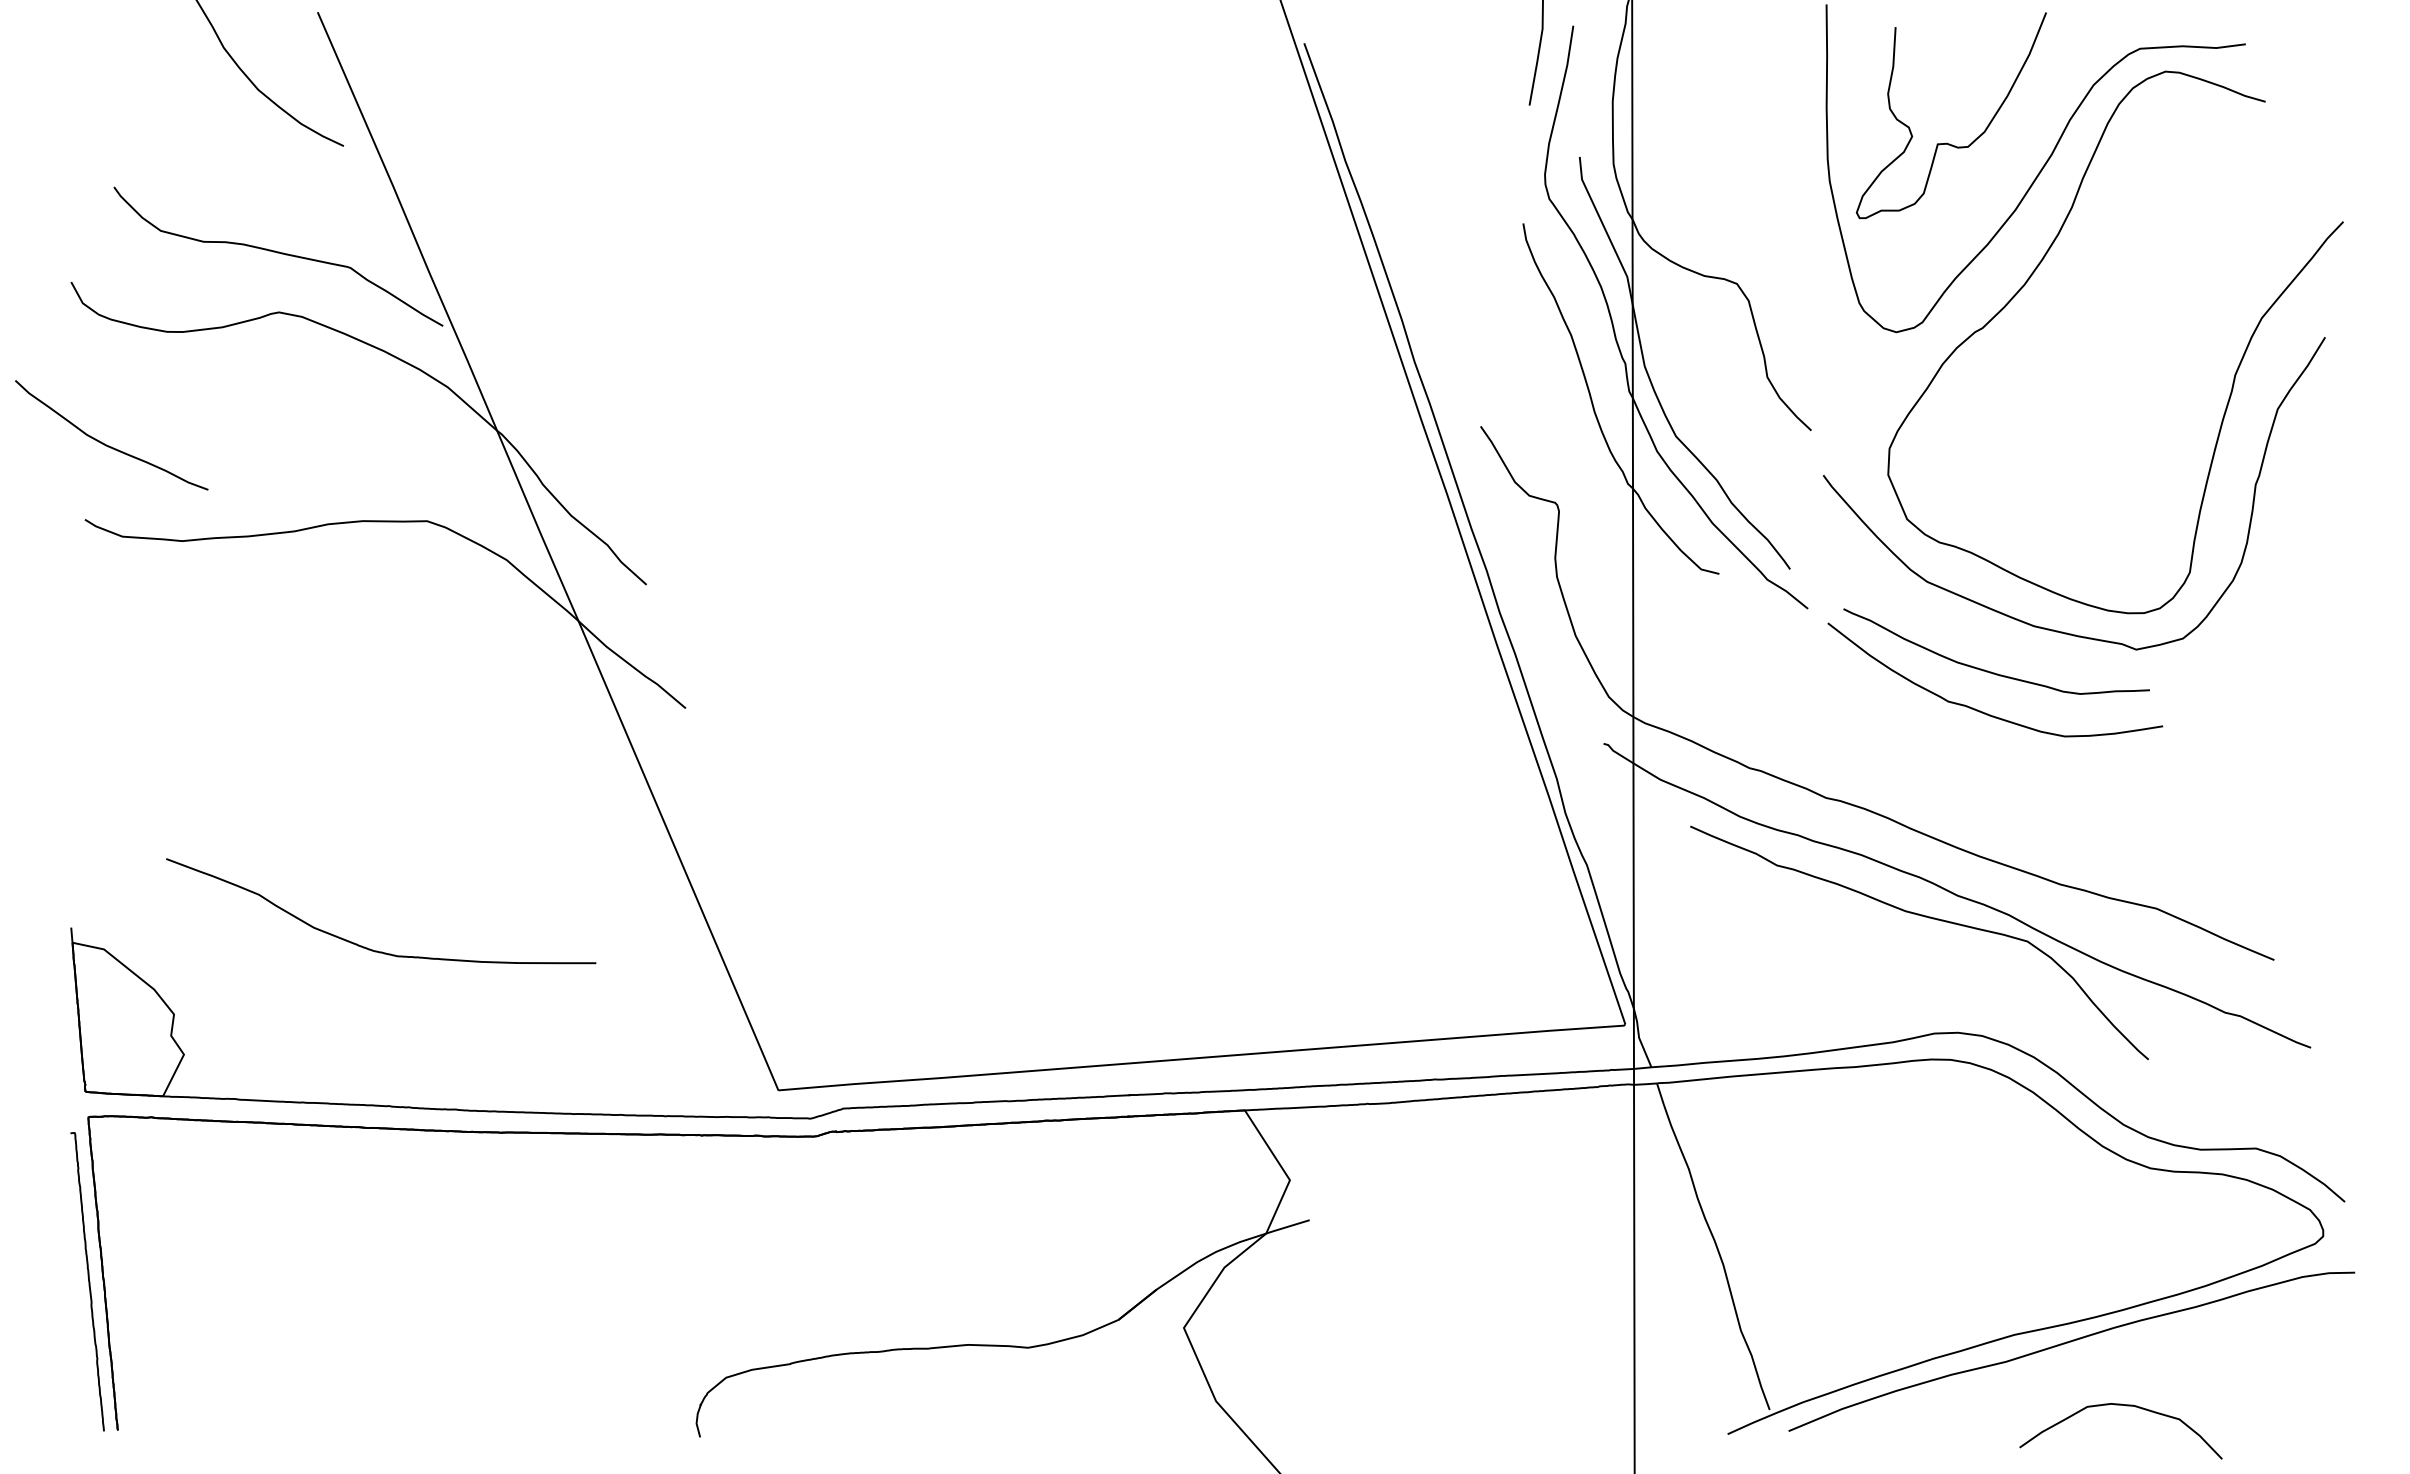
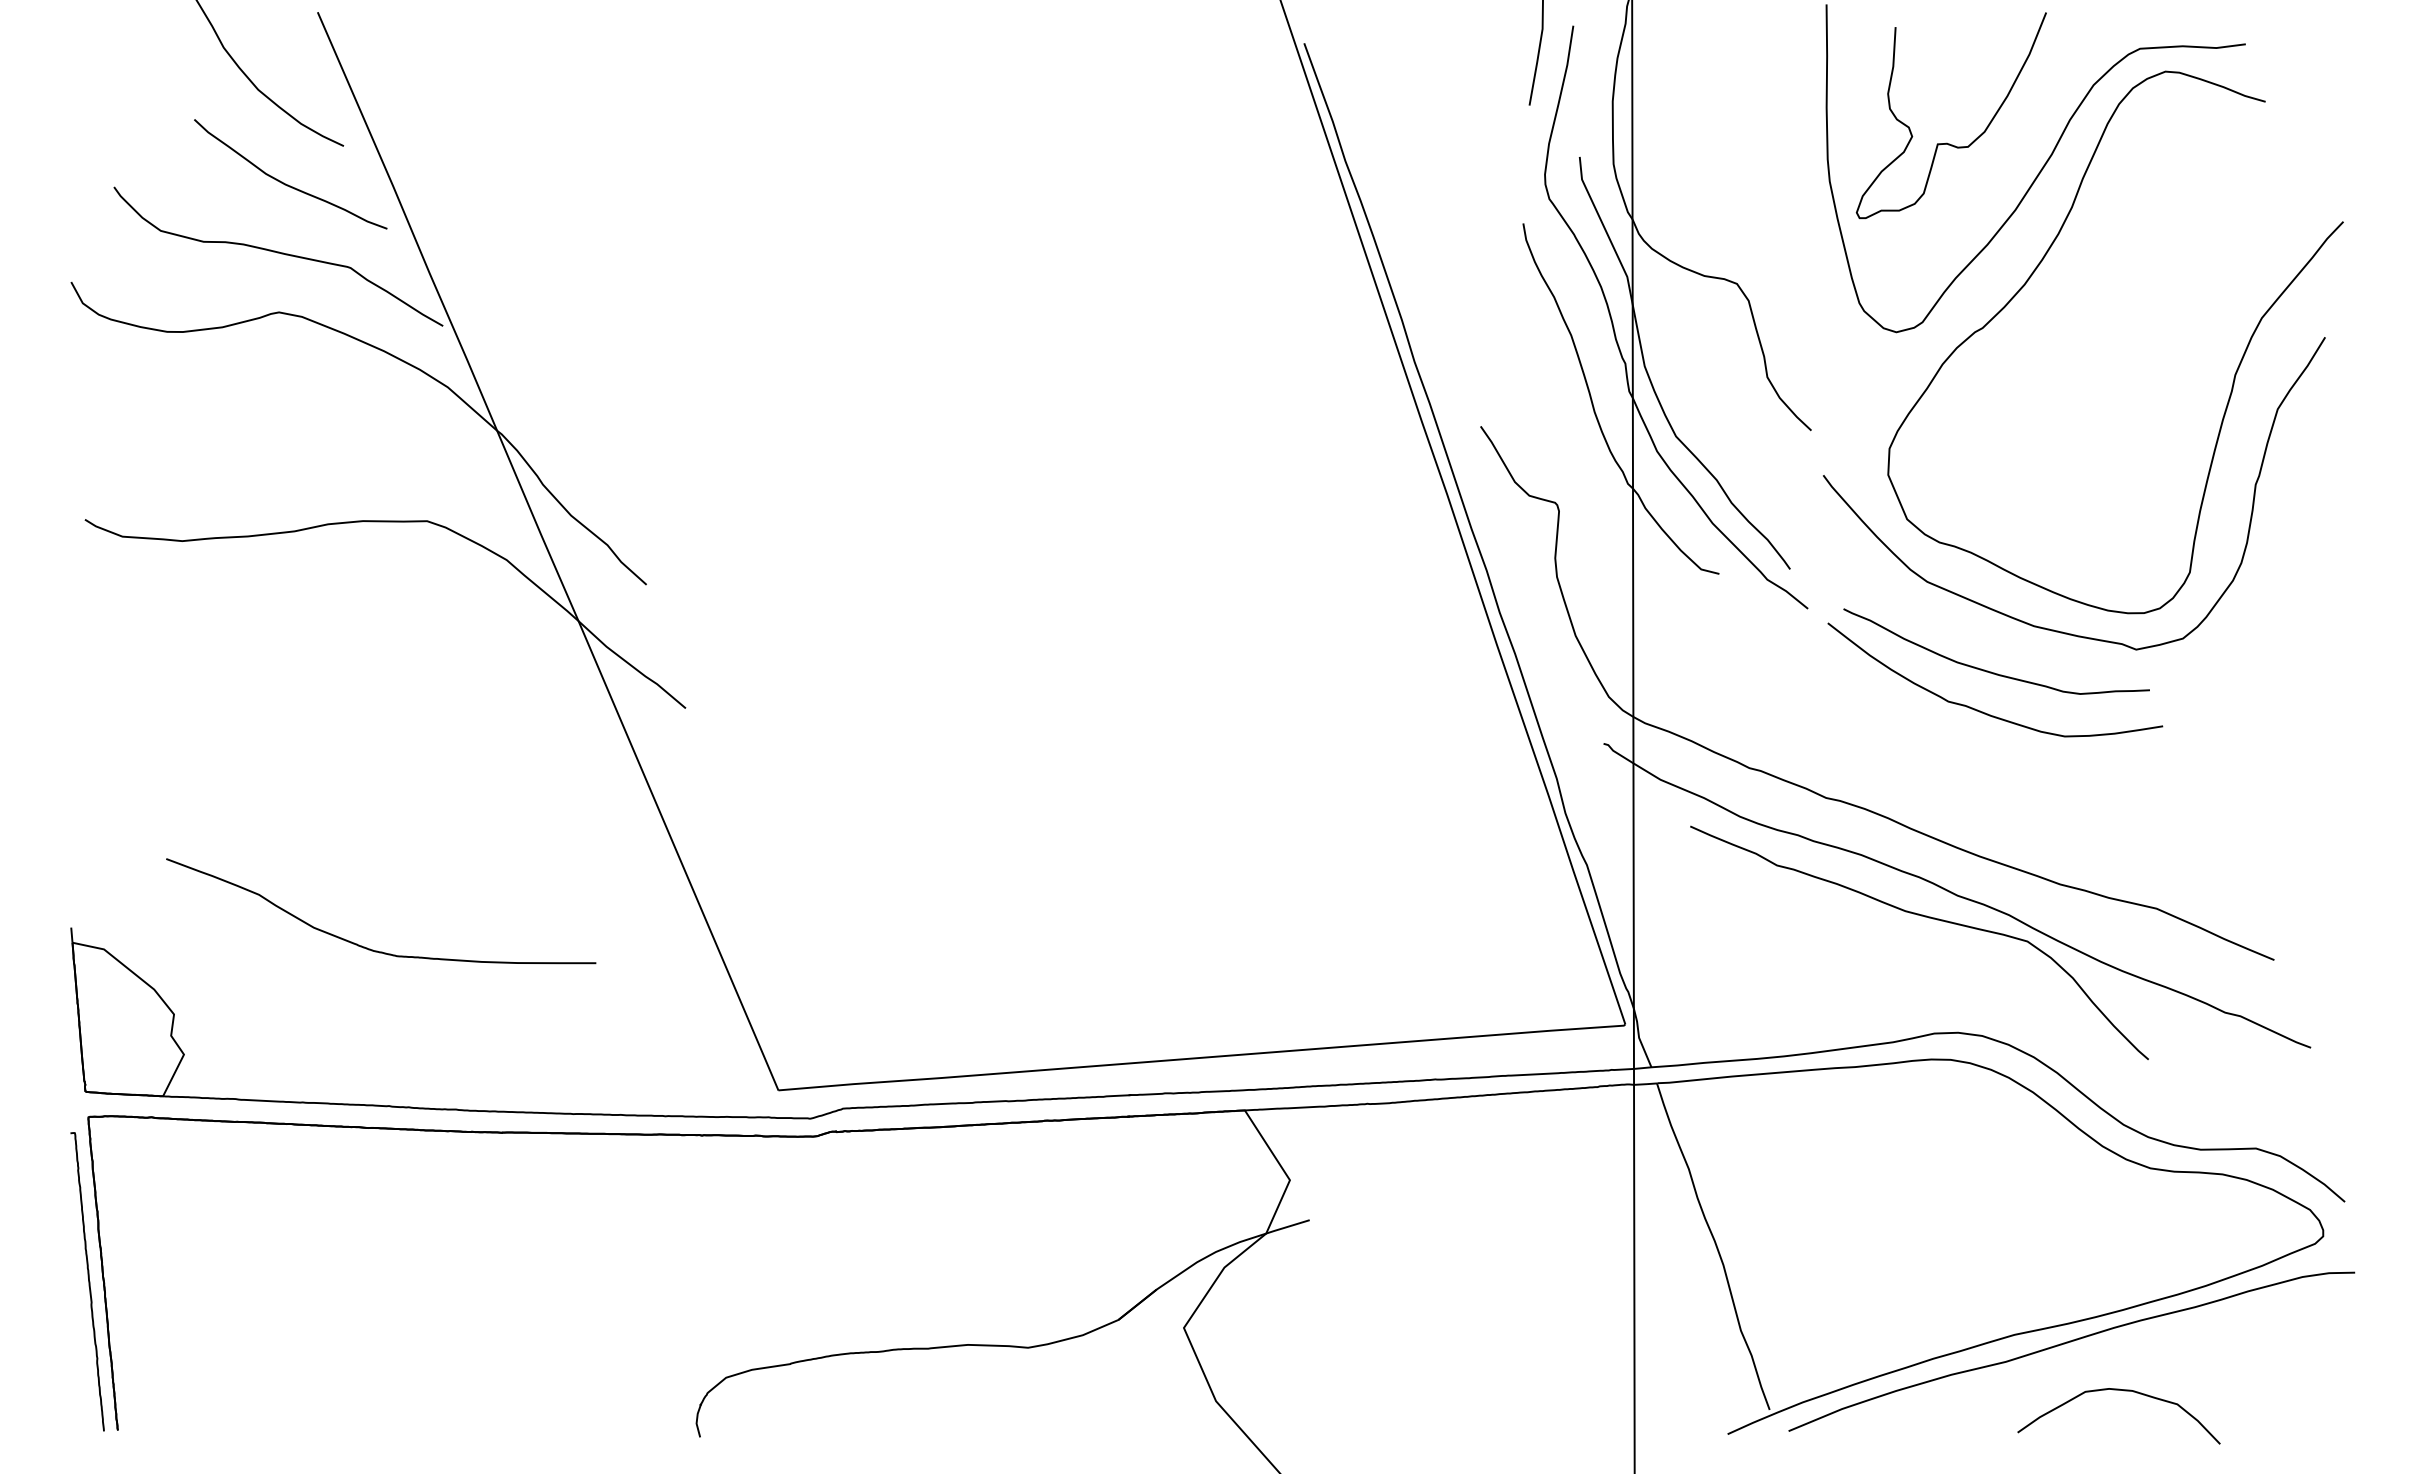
curve at (109, 445) position: (109, 445) -> (288, 184)
curve at (2126, 1406) position: (2126, 1406) -> (2124, 1391)
